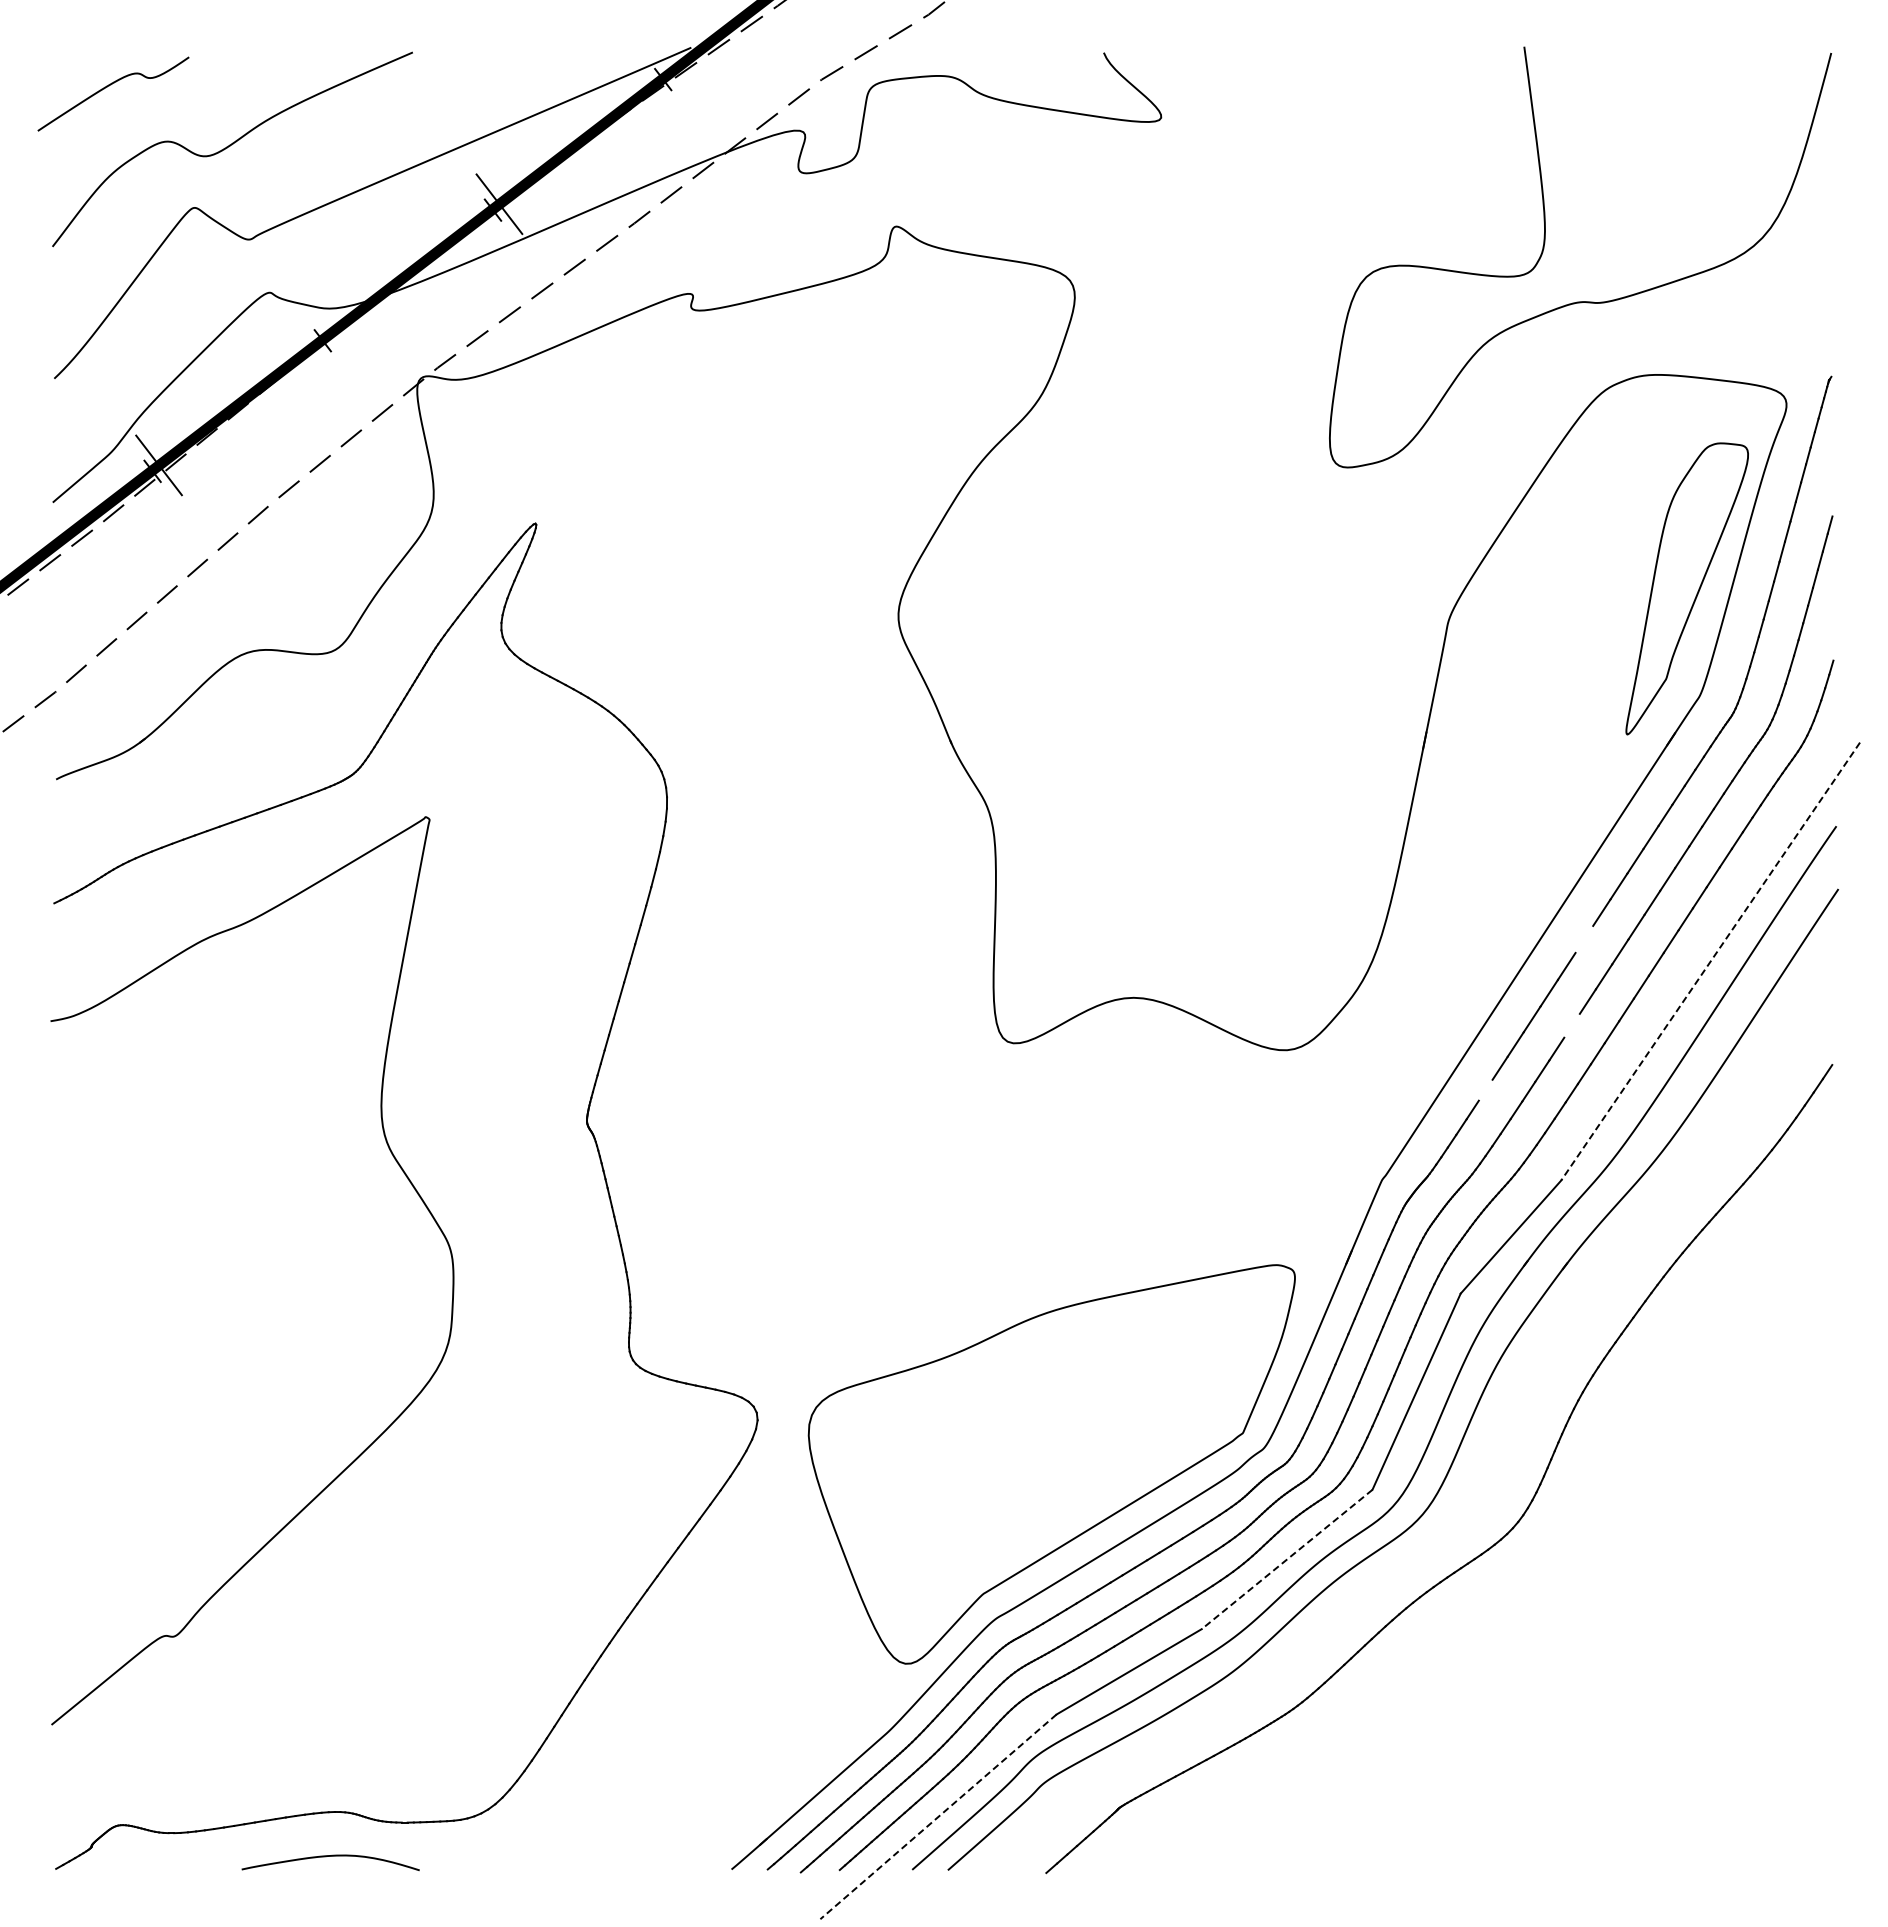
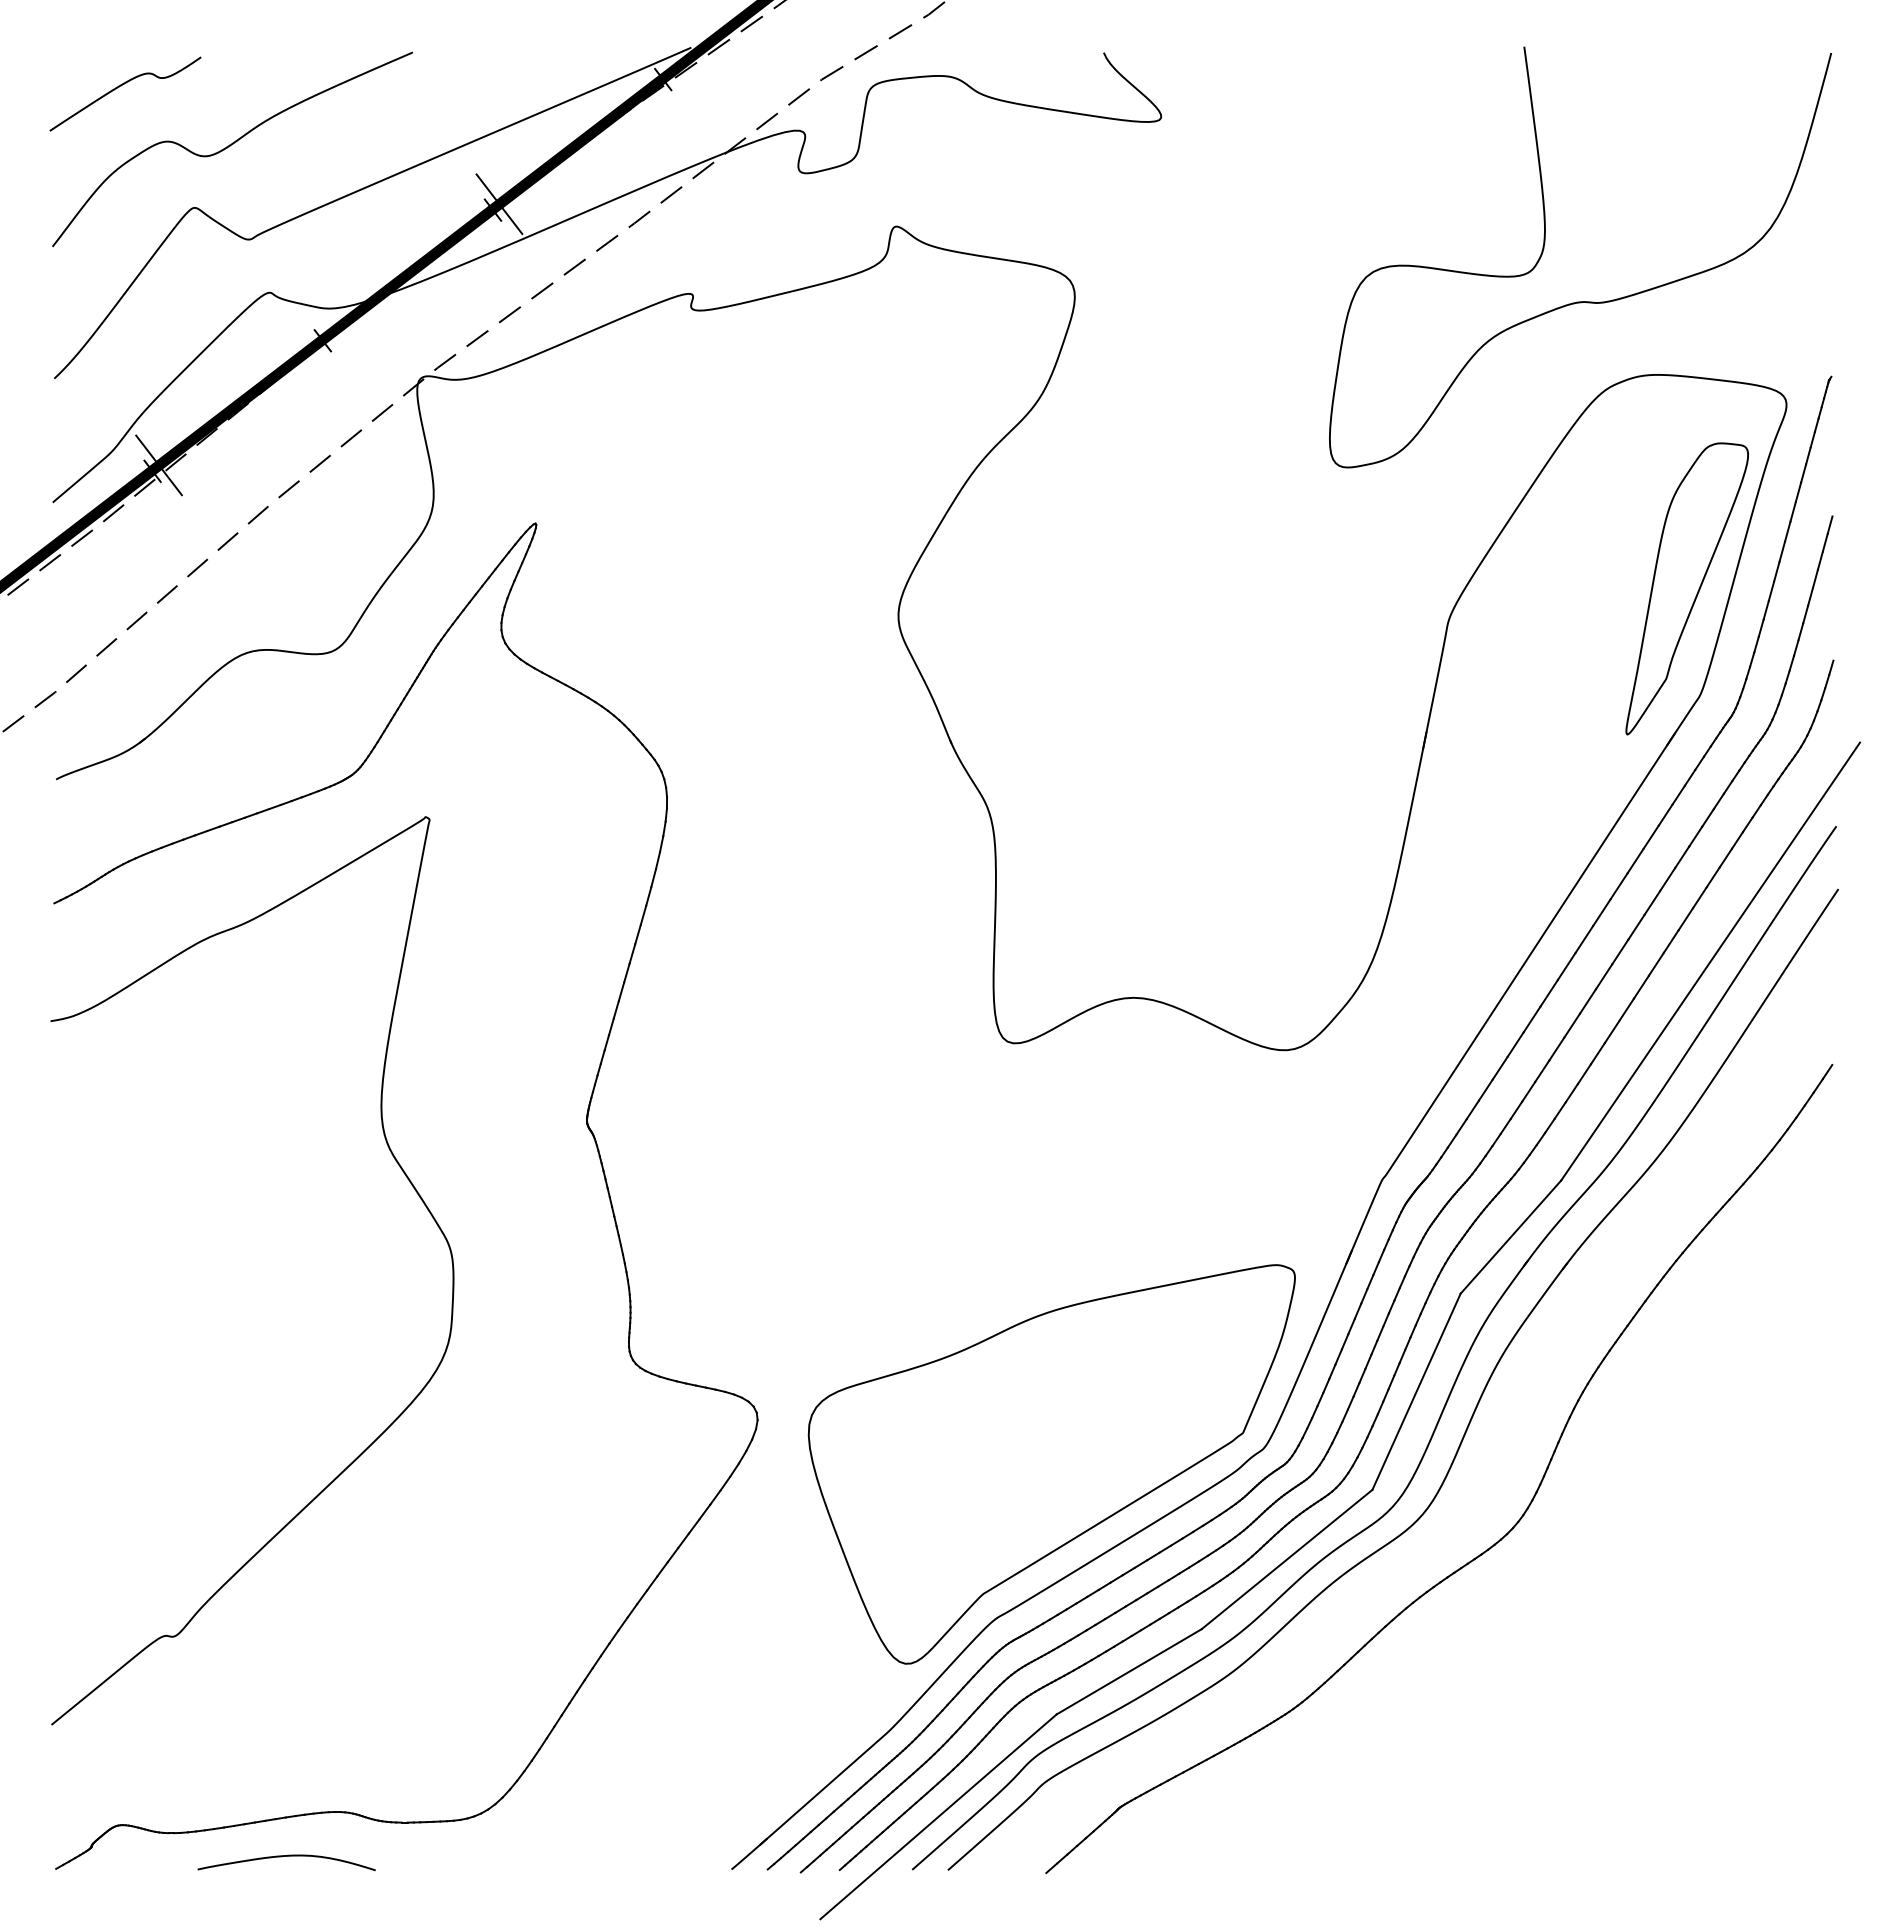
curve at (109, 86) position: (109, 86) -> (121, 86)
line at (1584, 938): none -> present
line at (1710, 961): dashed -> solid
line at (1571, 1025): none -> present
line at (1485, 1089): none -> present
line at (1286, 1559): dashed -> solid
line at (938, 1817): dashed -> solid
curve at (330, 1856) position: (330, 1856) -> (286, 1856)
